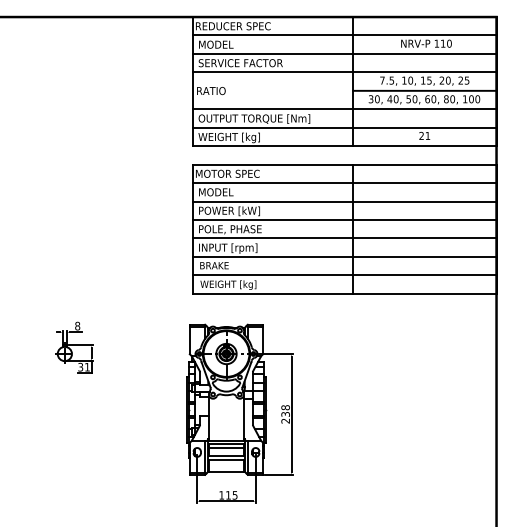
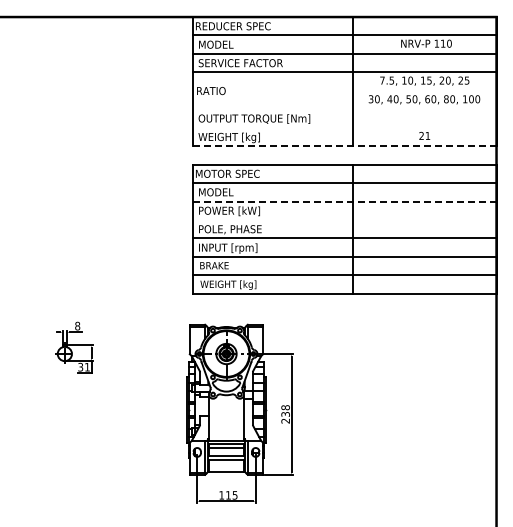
line at (424, 90): present -> none
line at (344, 109): present -> none
line at (344, 127): present -> none
line at (344, 146): solid -> dashed
line at (344, 201): solid -> dashed
line at (344, 220): present -> none
